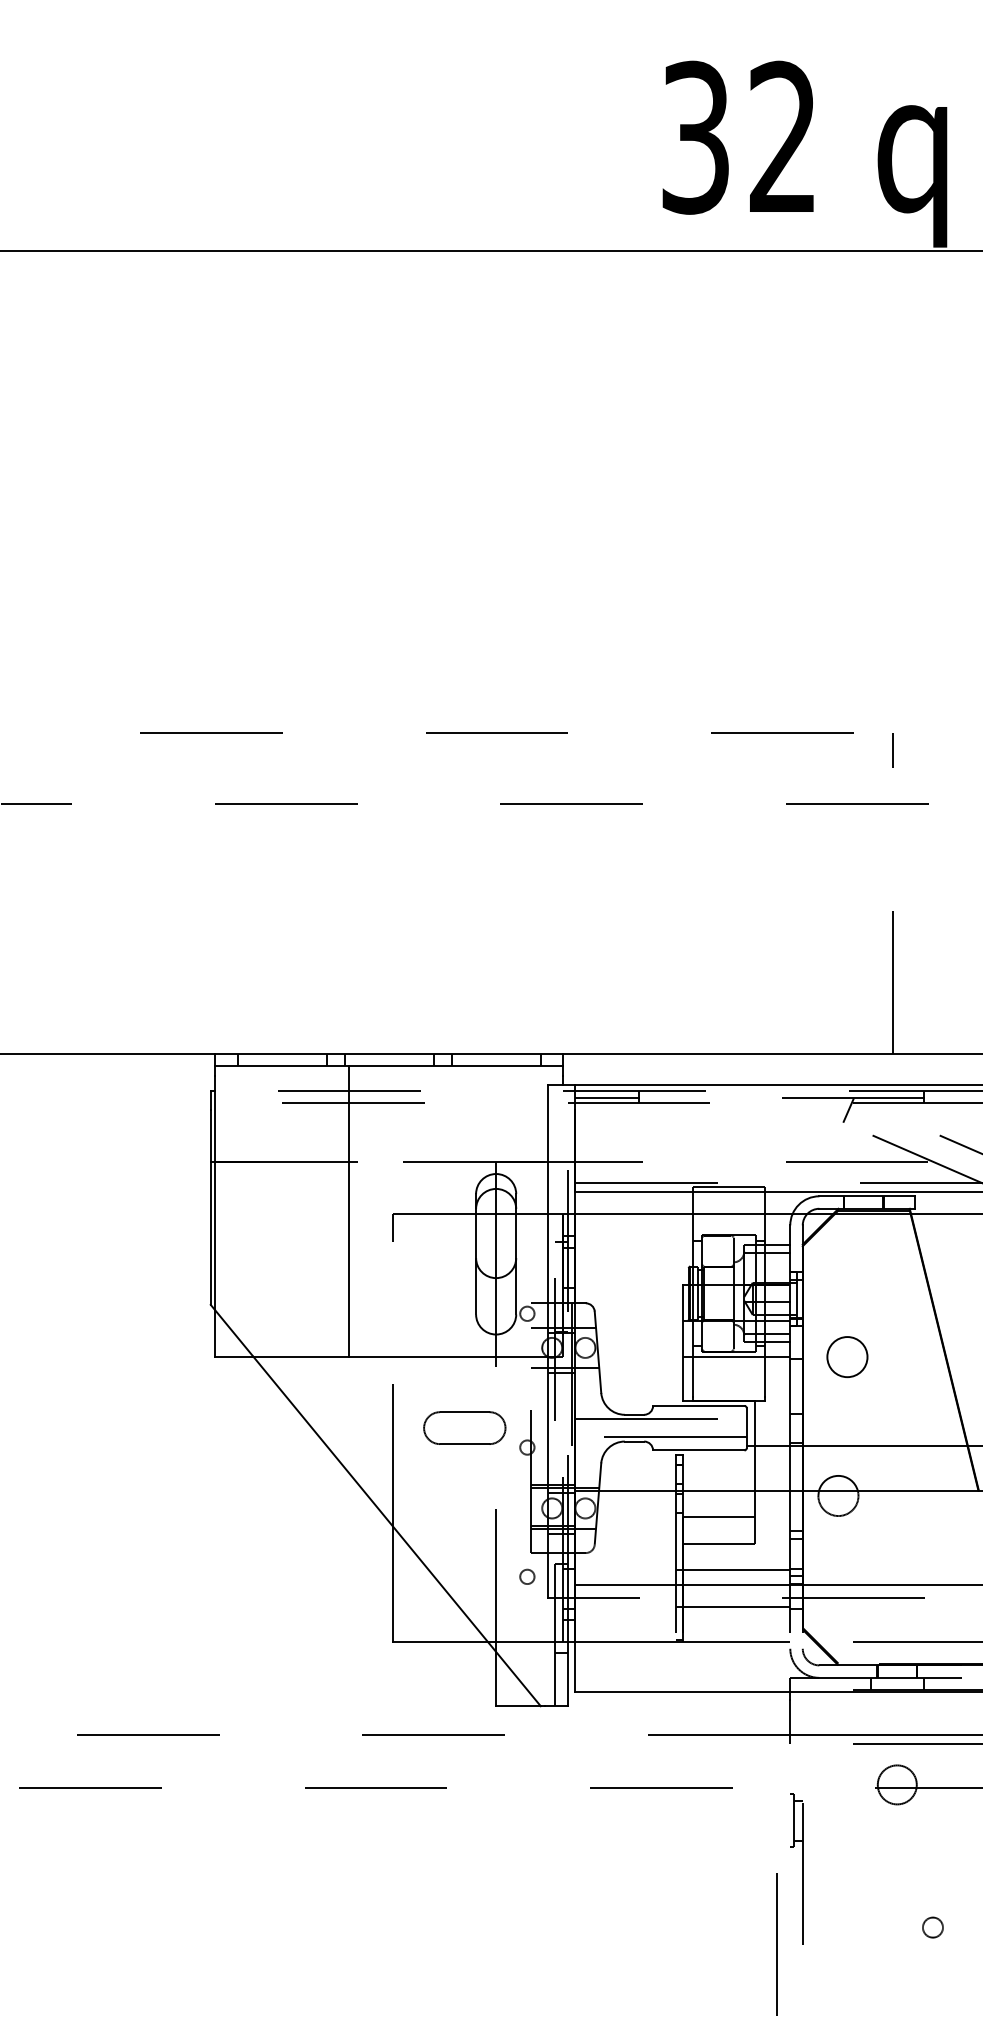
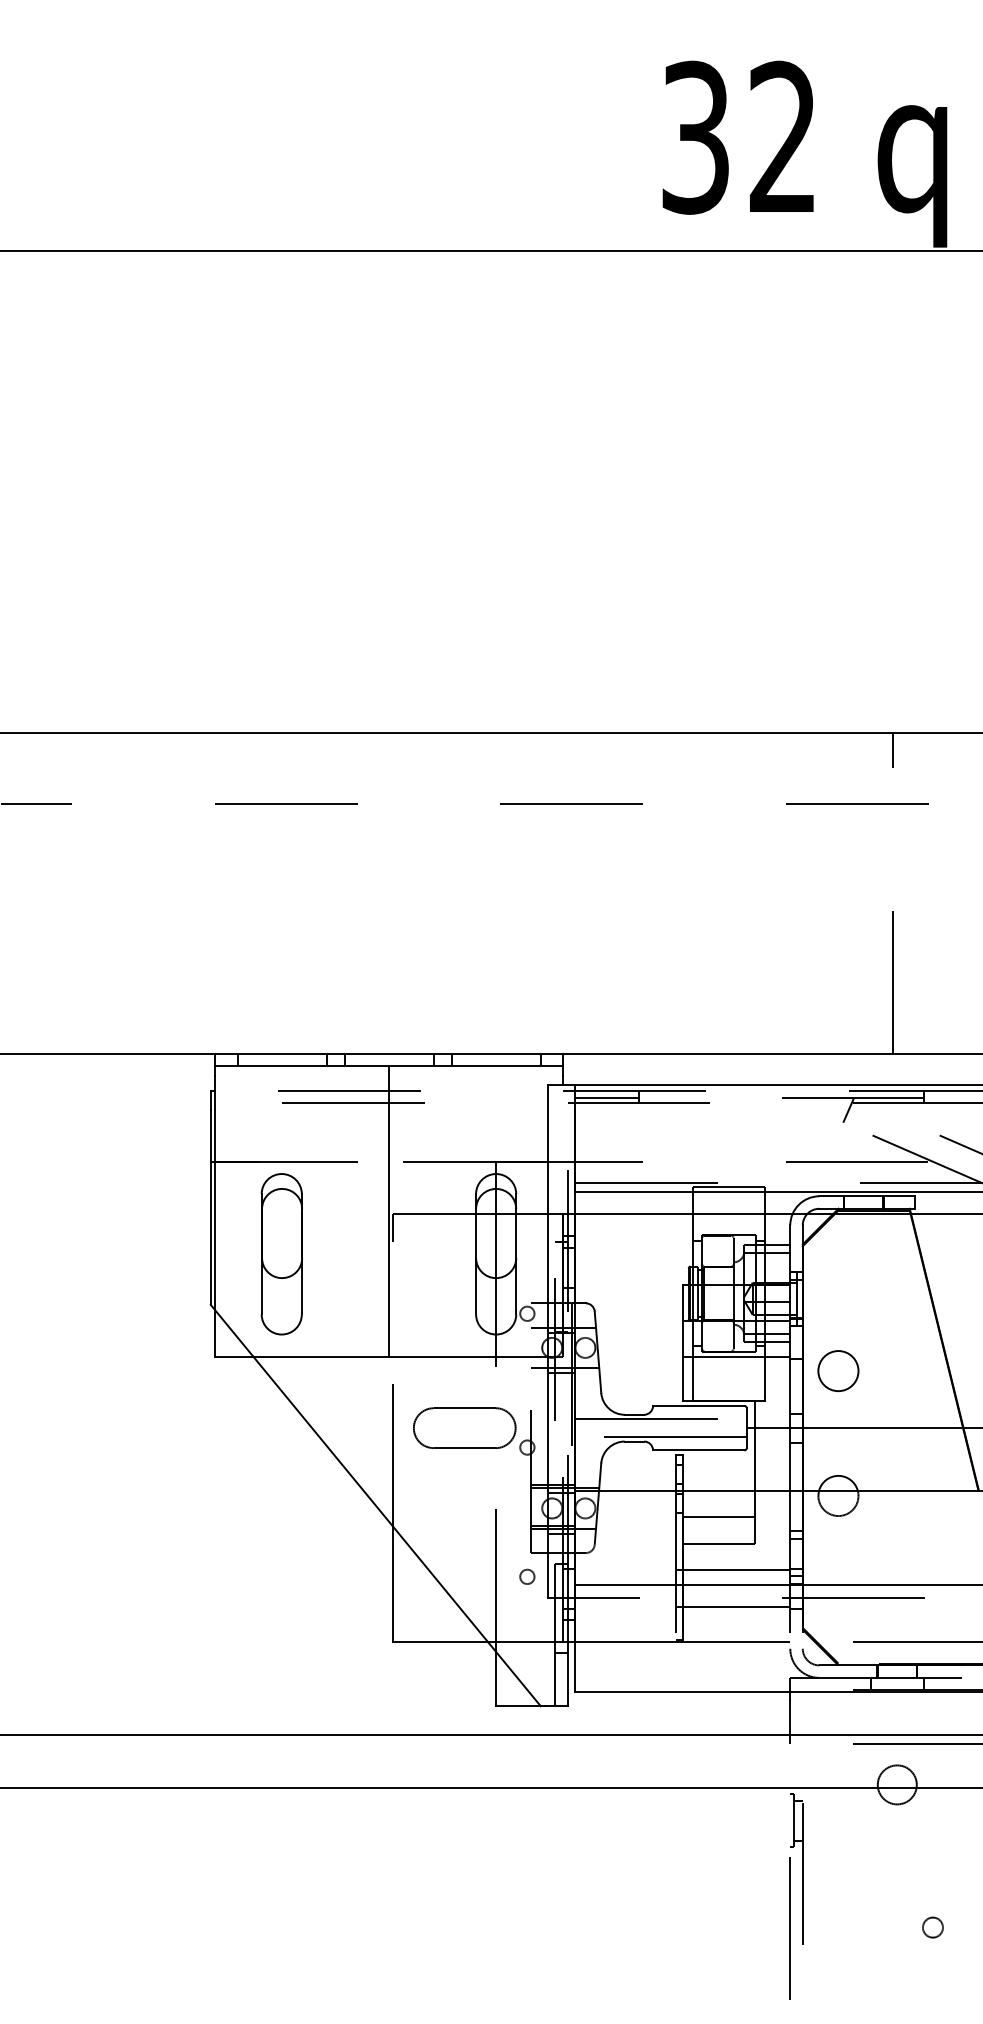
line at (491, 732): dashed -> solid
line at (348, 1211) position: (348, 1211) -> (388, 1211)
part at (281, 1254): none -> present
circle at (847, 1357) position: (847, 1357) -> (838, 1371)
part at (464, 1427) size: 84x34 px -> 104x42 px
line at (862, 1446) position: (862, 1446) -> (862, 1428)
line at (395, 1734): dashed -> solid
line at (491, 1788): dashed -> solid
line at (776, 1944) position: (776, 1944) -> (789, 1928)
